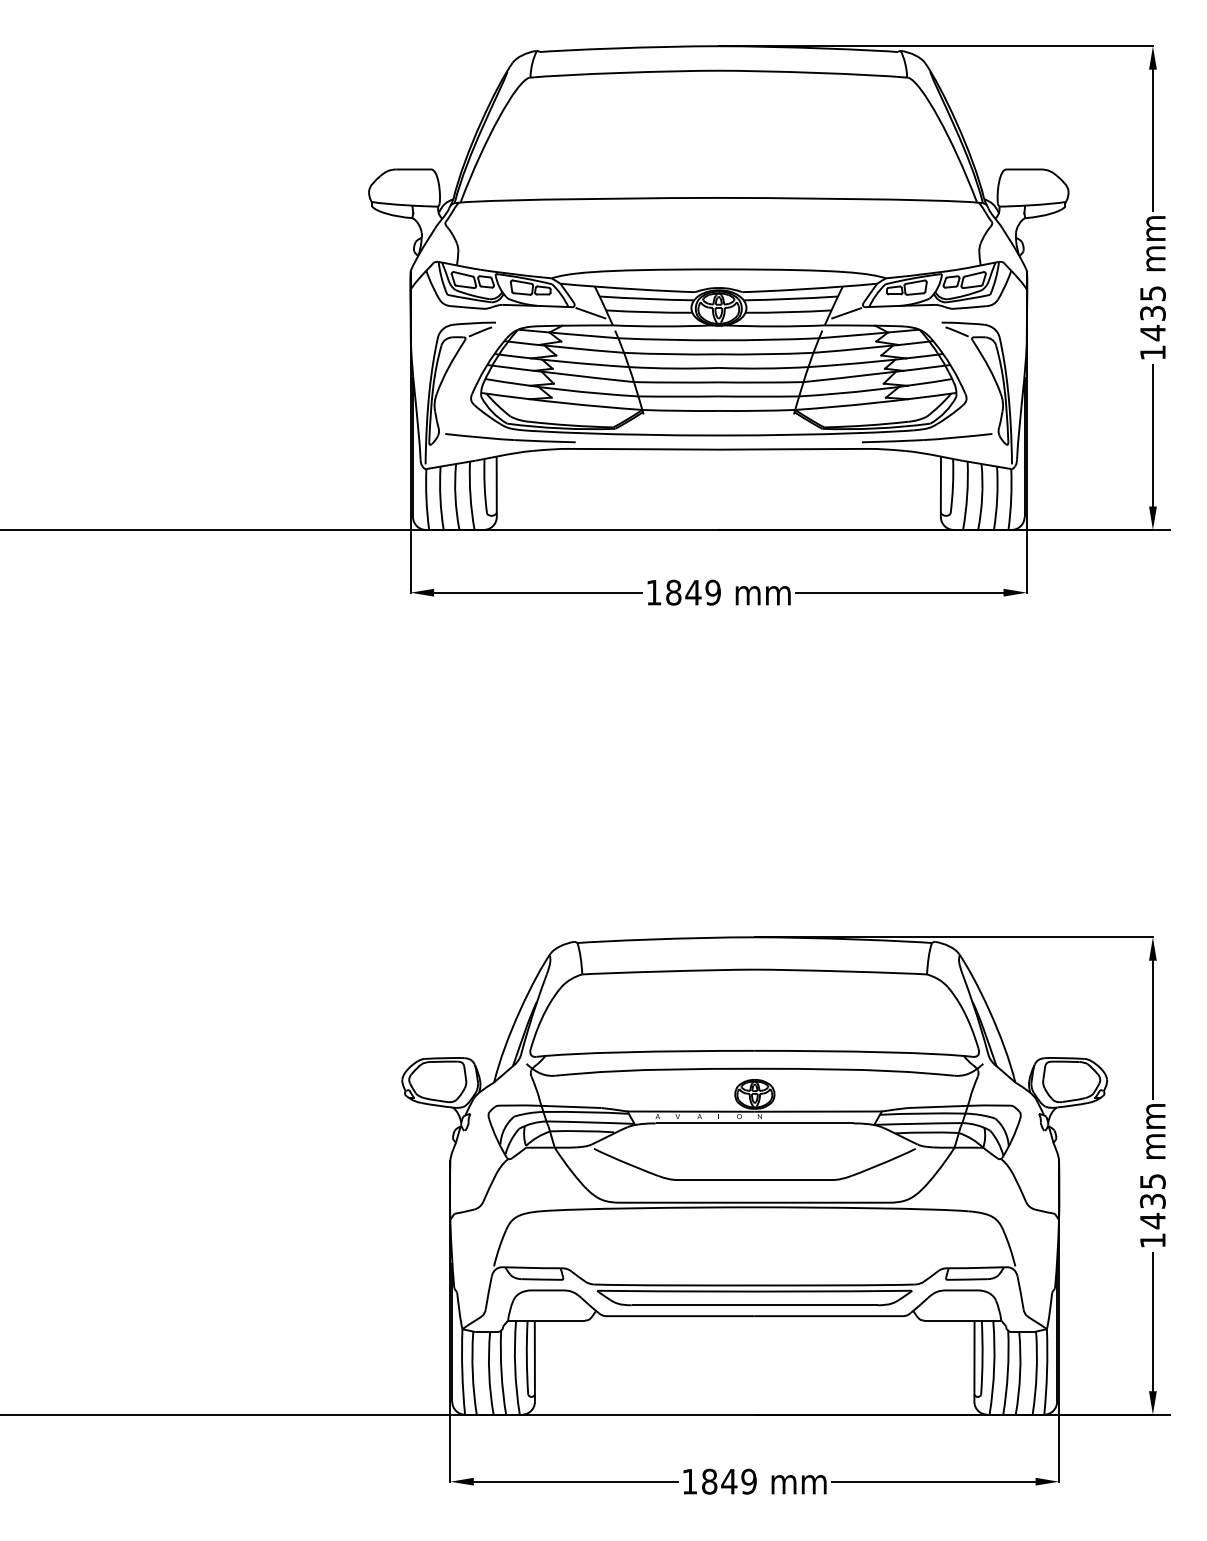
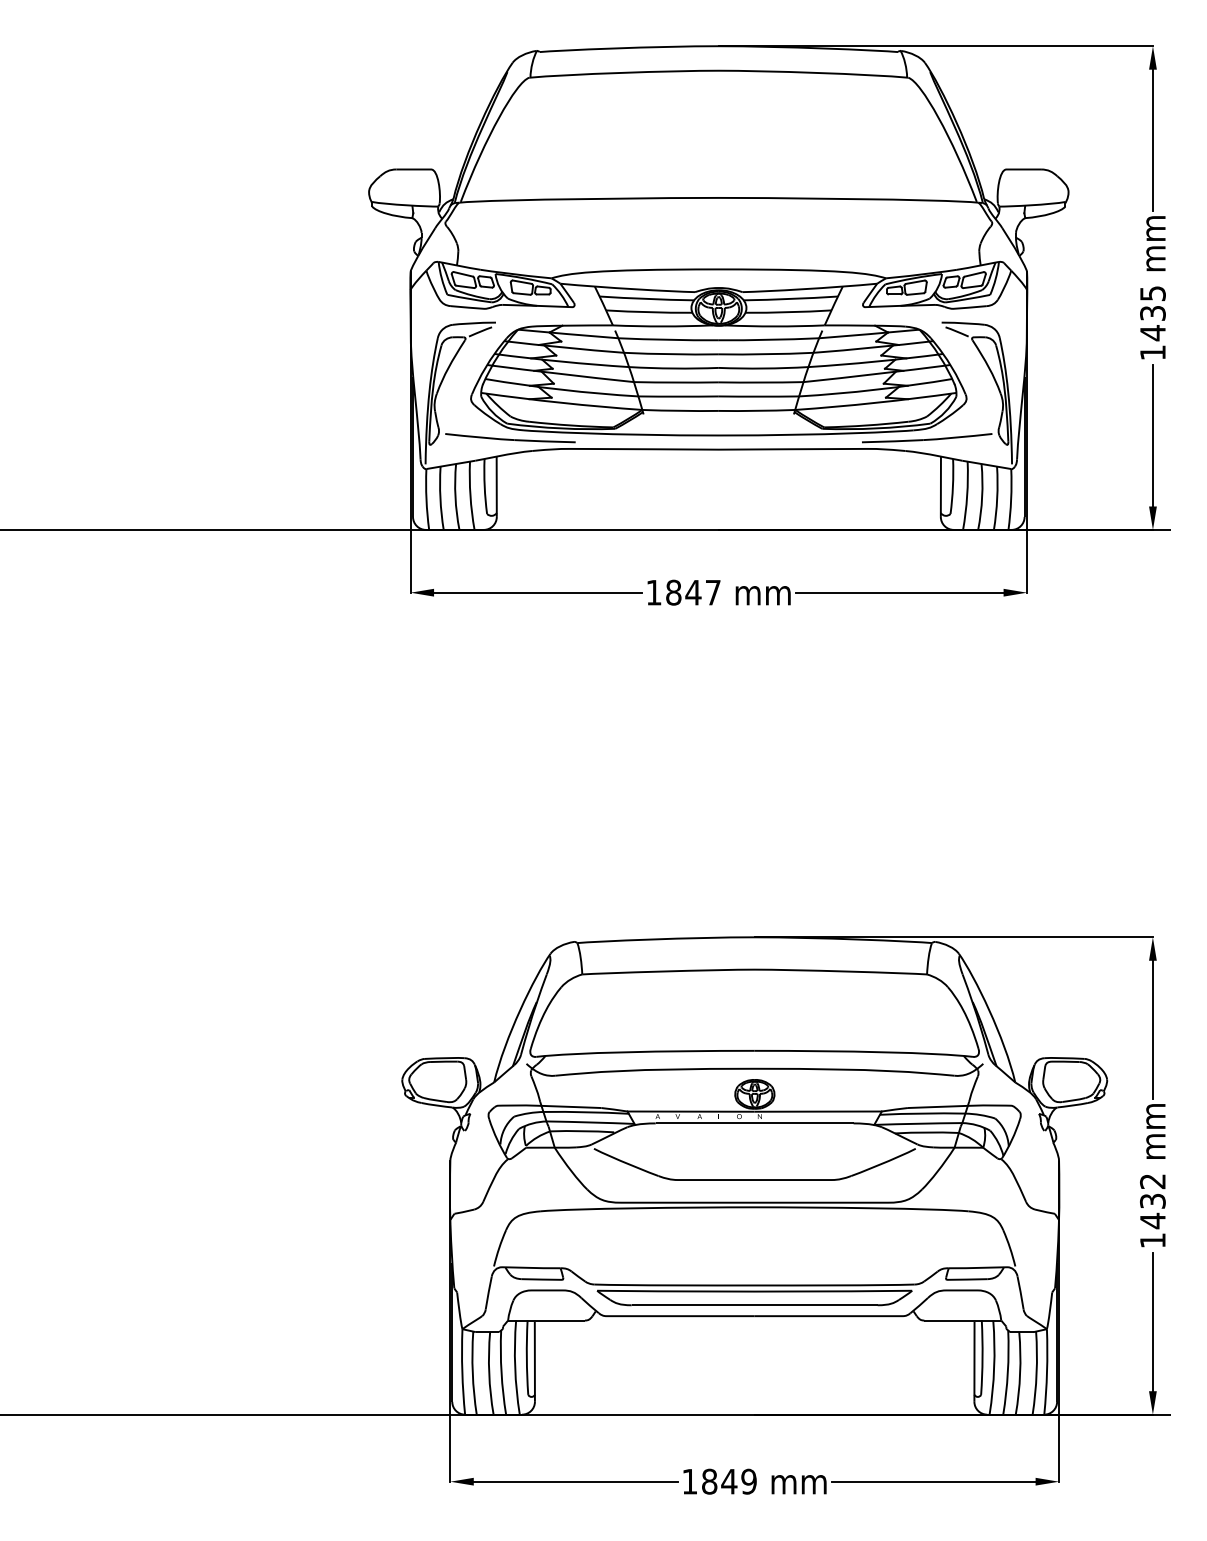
line at (590, 313): present -> none
line at (846, 313): present -> none
text at (712, 592): 1849 -> 1847
text at (1152, 1181): 1435 -> 1432
